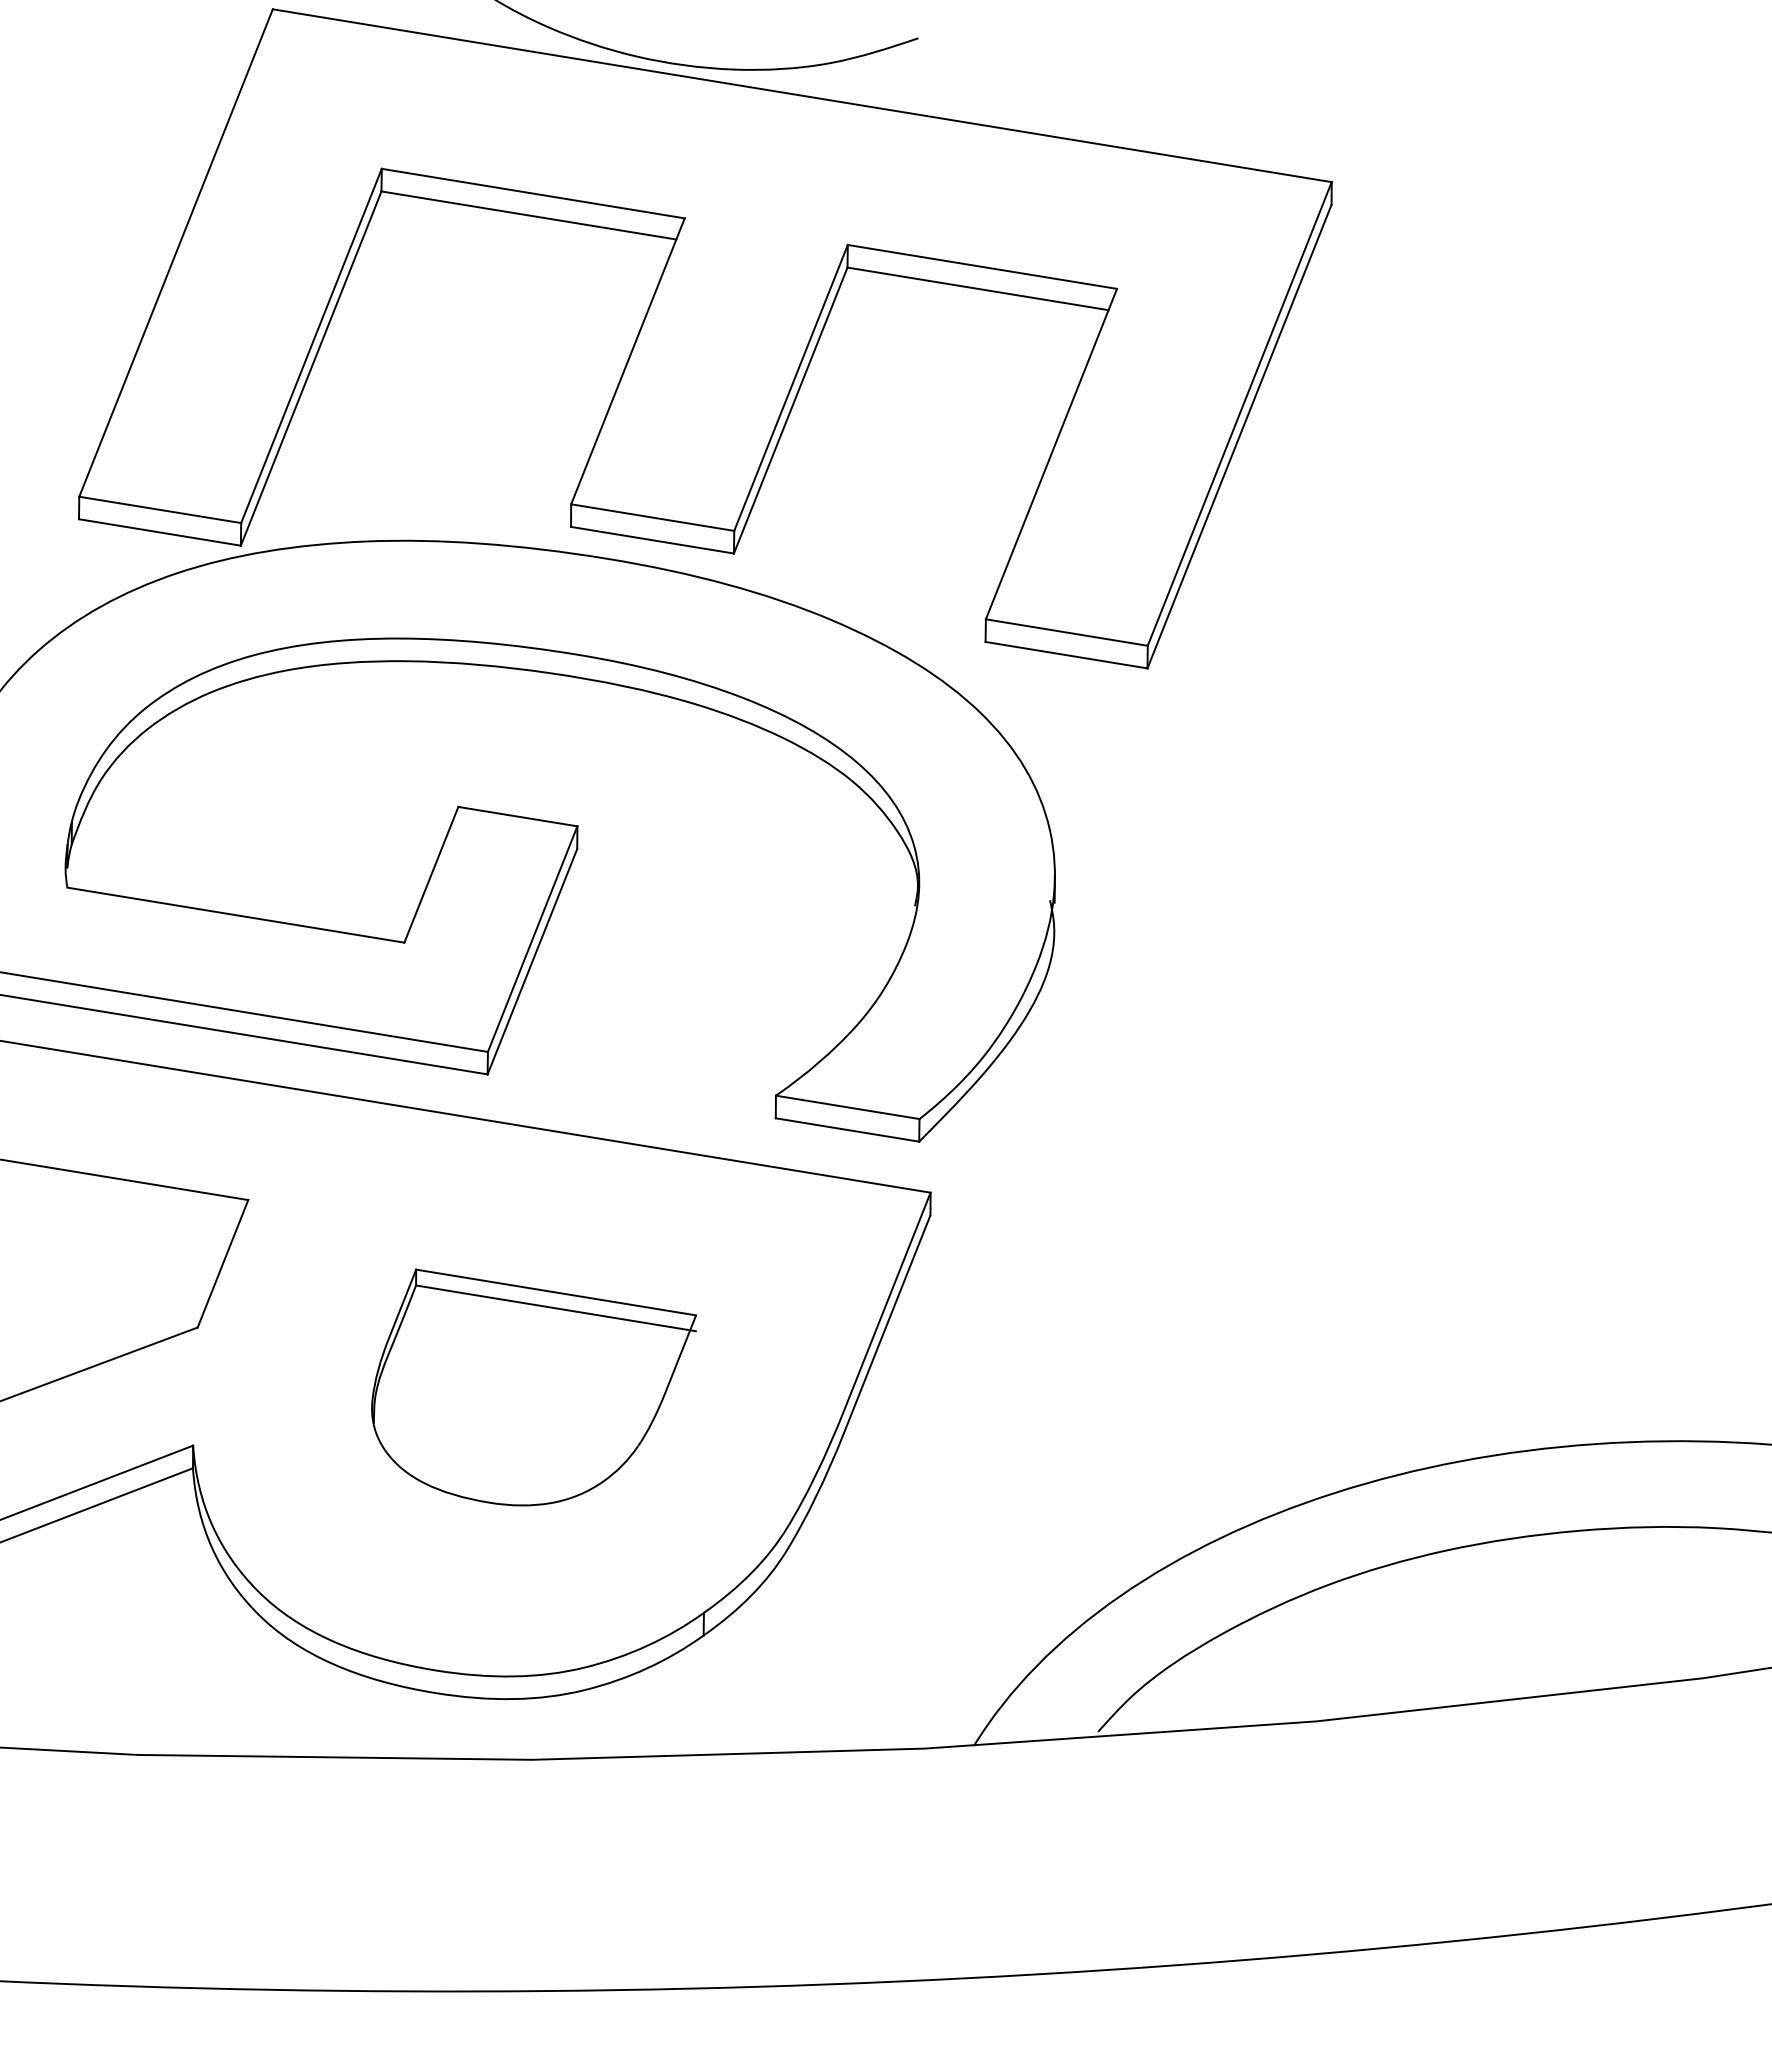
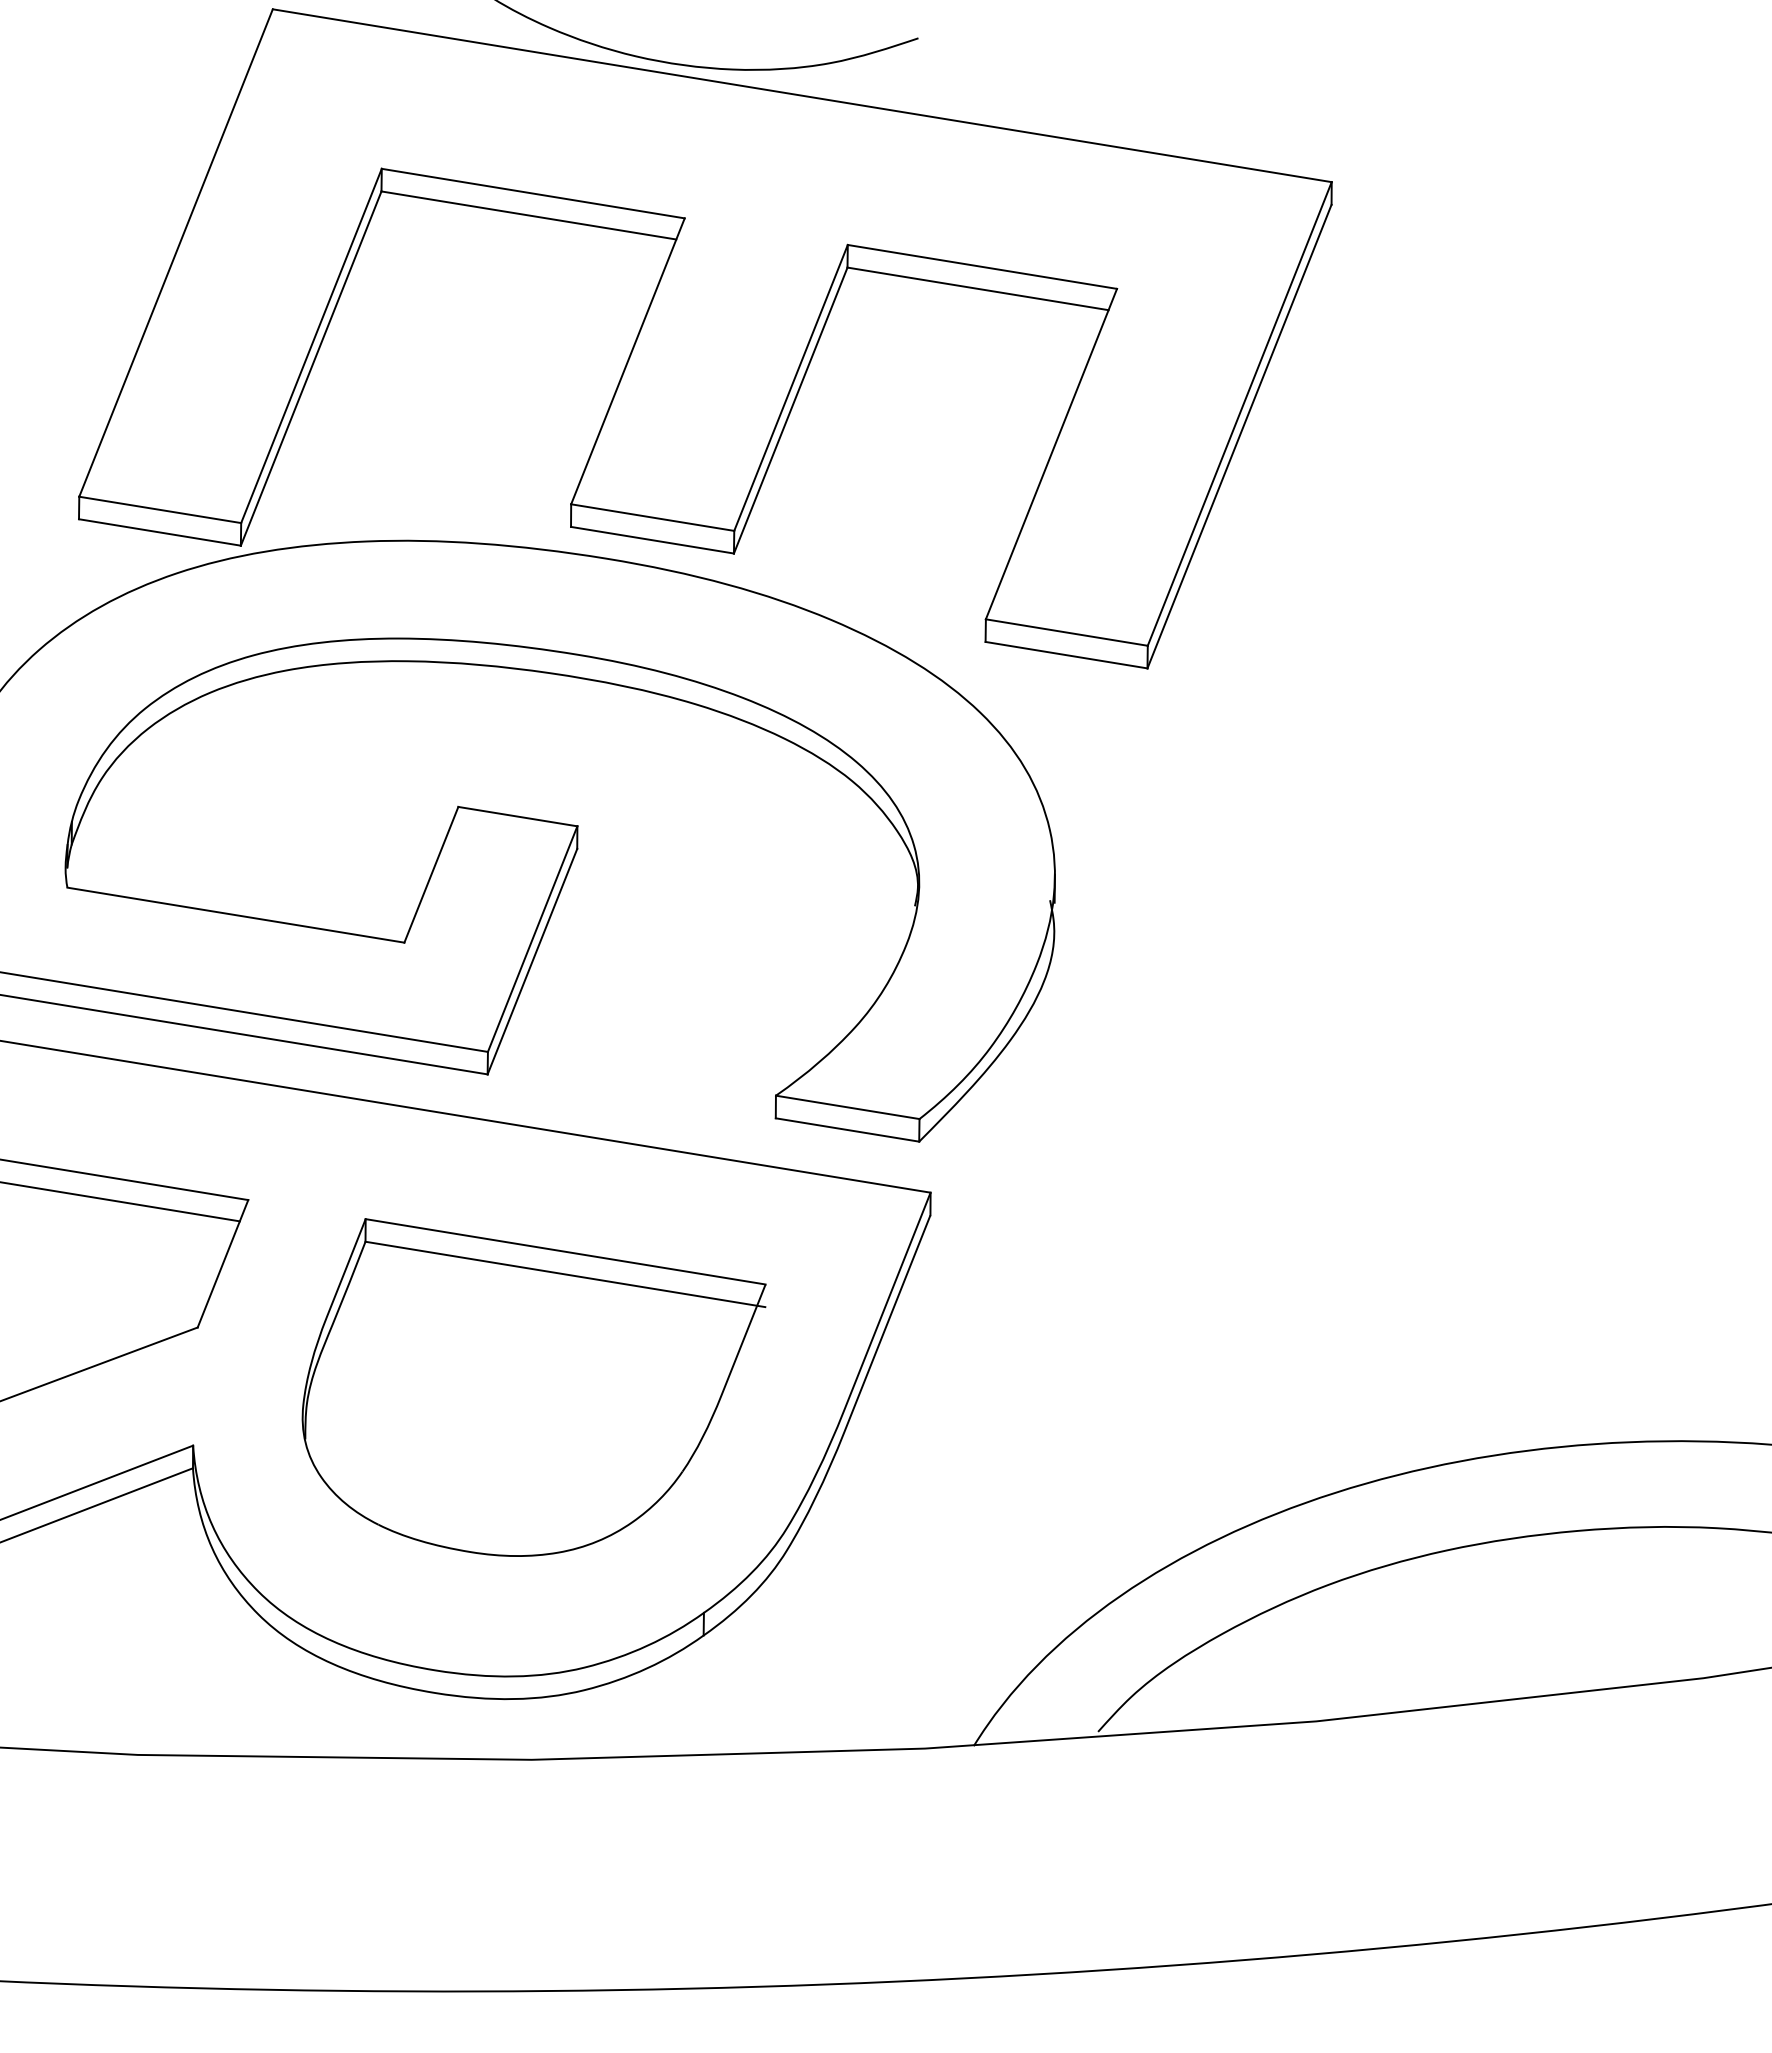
line at (120, 1201): none -> present
part at (533, 1387) size: 326x239 px -> 466x339 px
